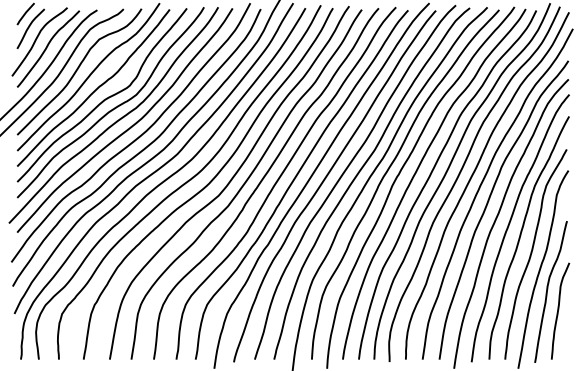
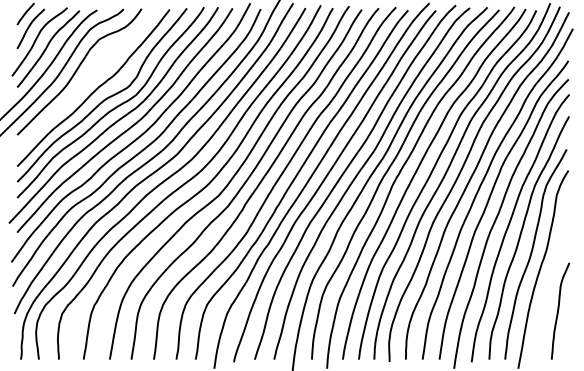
curve at (88, 77): present -> none
curve at (548, 289): present -> none
